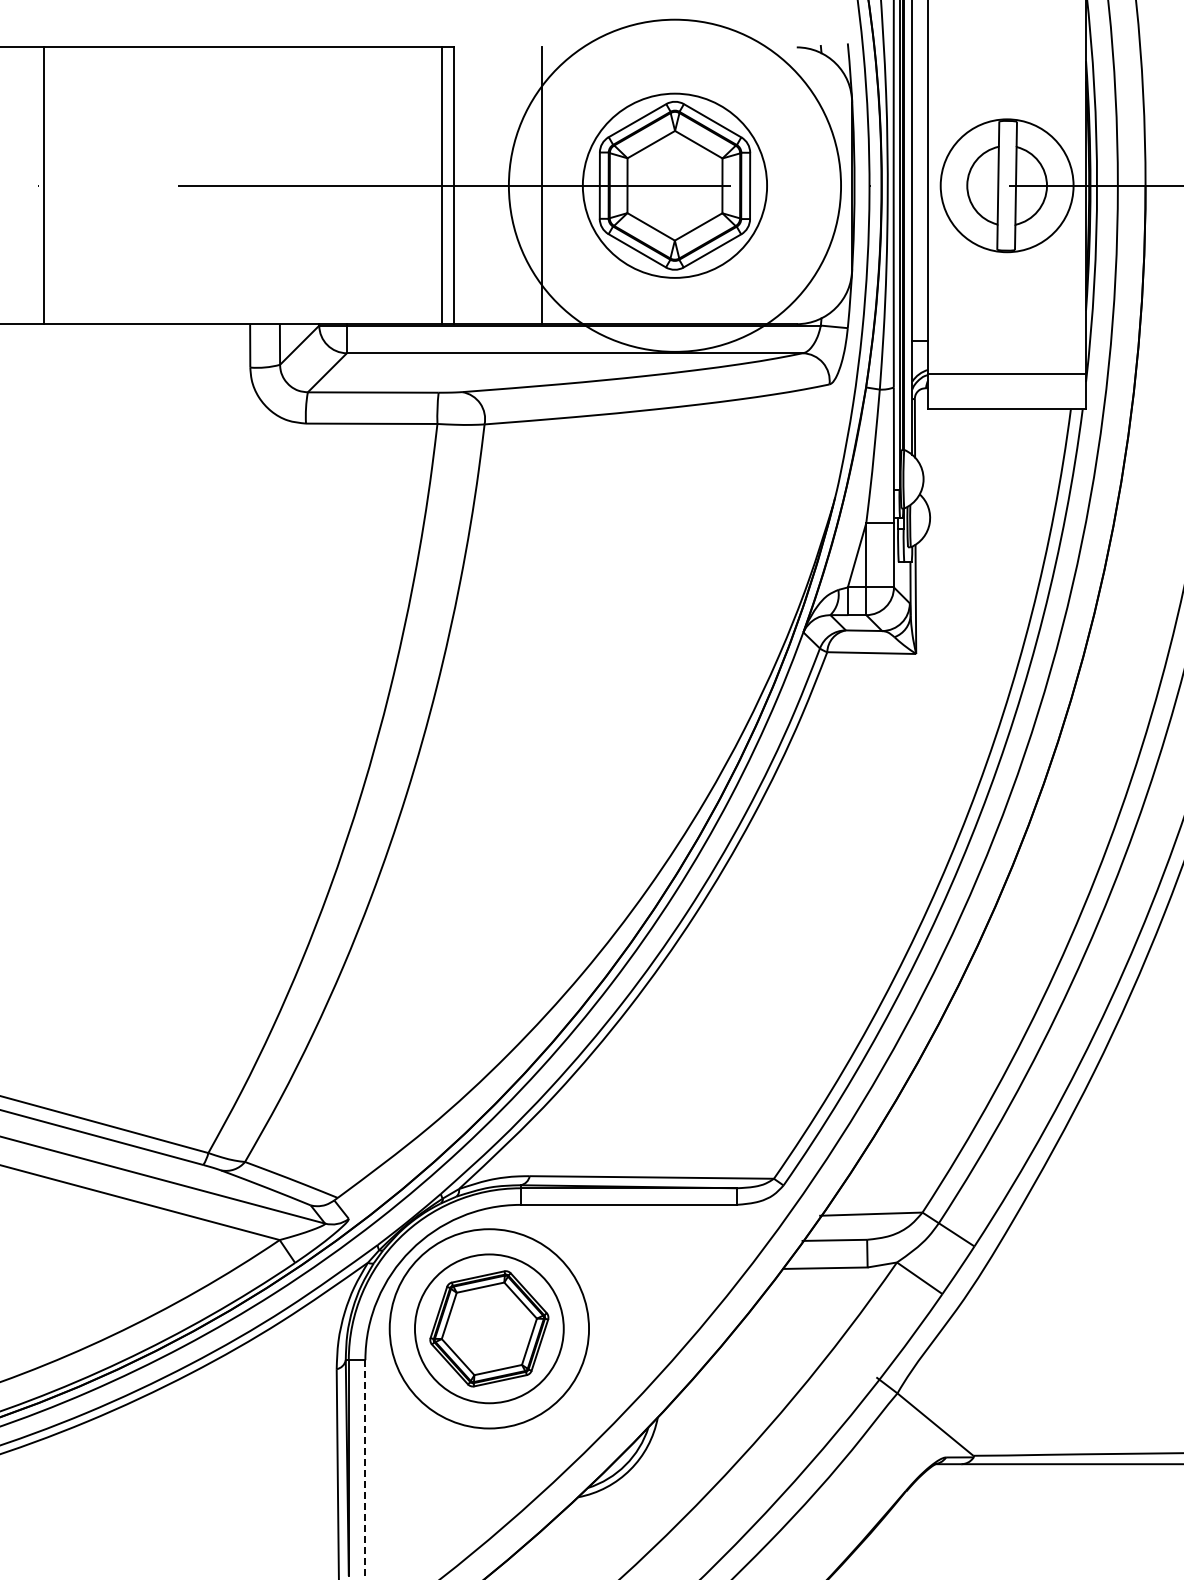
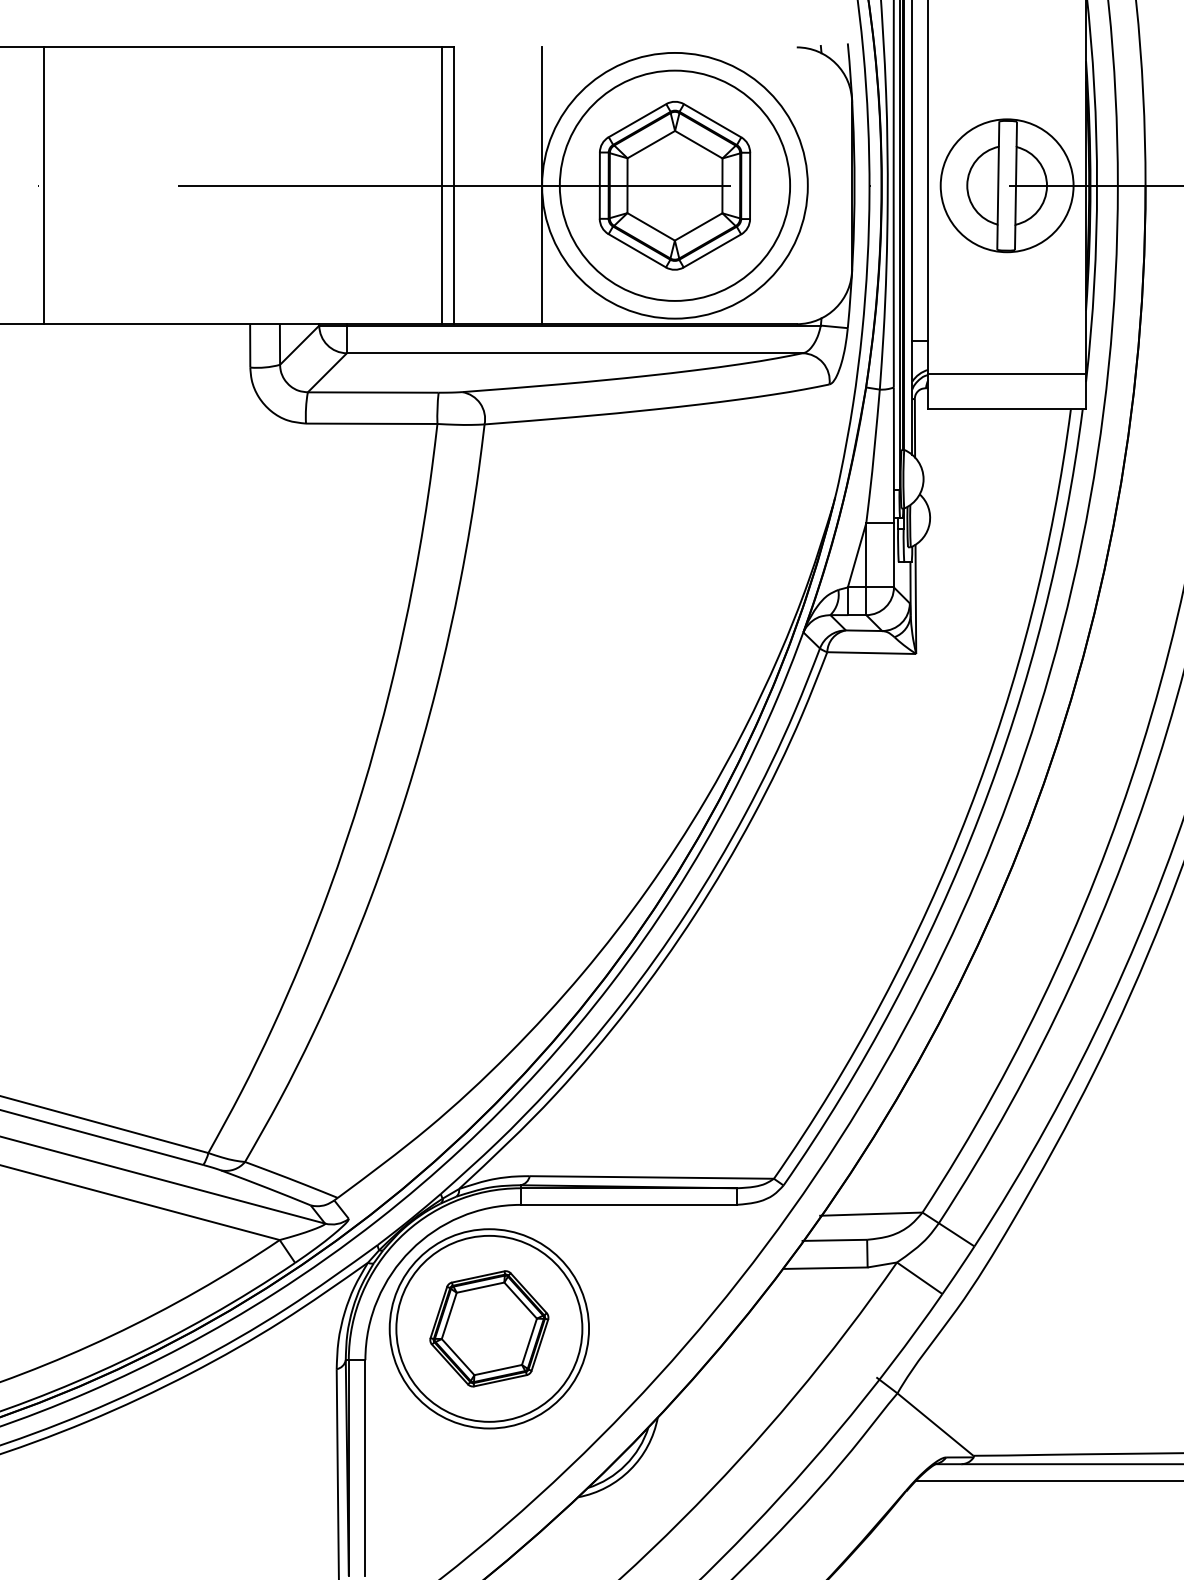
circle at (674, 185) diameter: 184 px -> 230 px
circle at (674, 185) diameter: 332 px -> 266 px
circle at (488, 1328) diameter: 149 px -> 186 px
line at (365, 1468): dashed -> solid
line at (1048, 1480): none -> present
